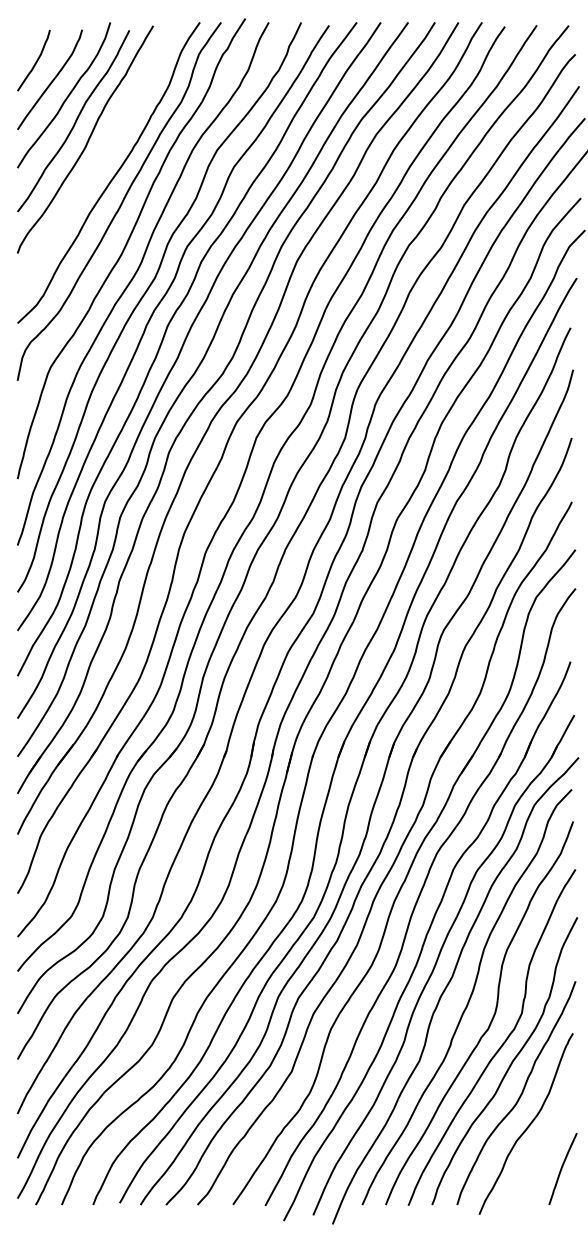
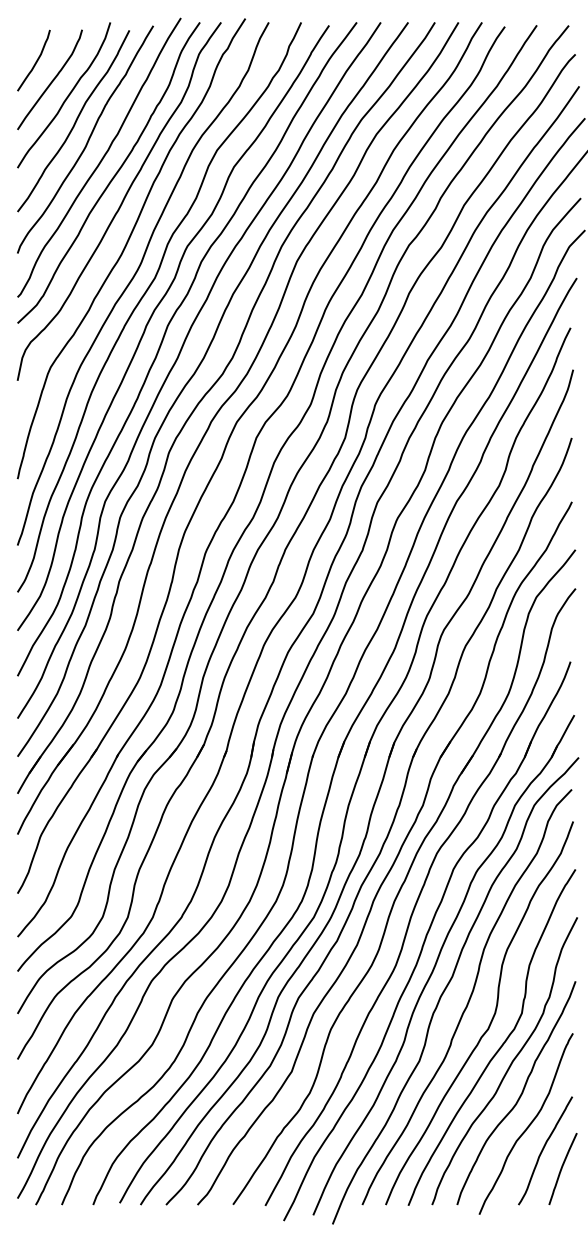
curve at (101, 158): none -> present
curve at (543, 1150): none -> present
